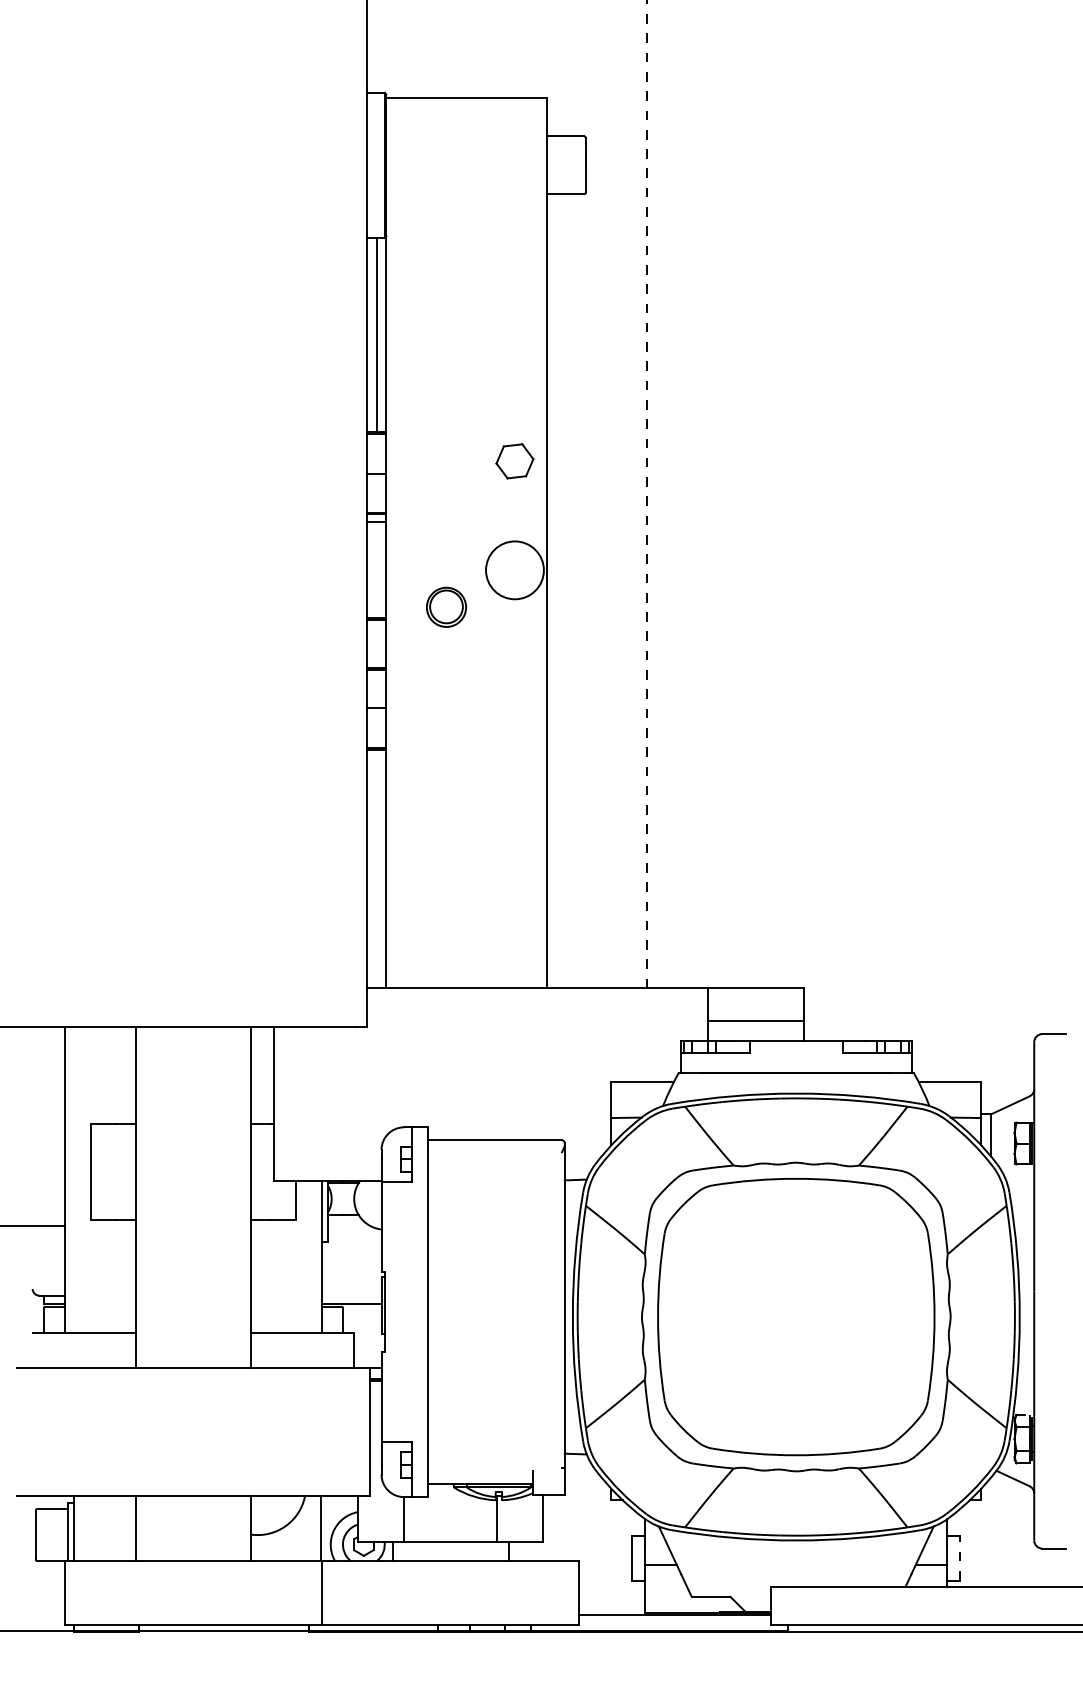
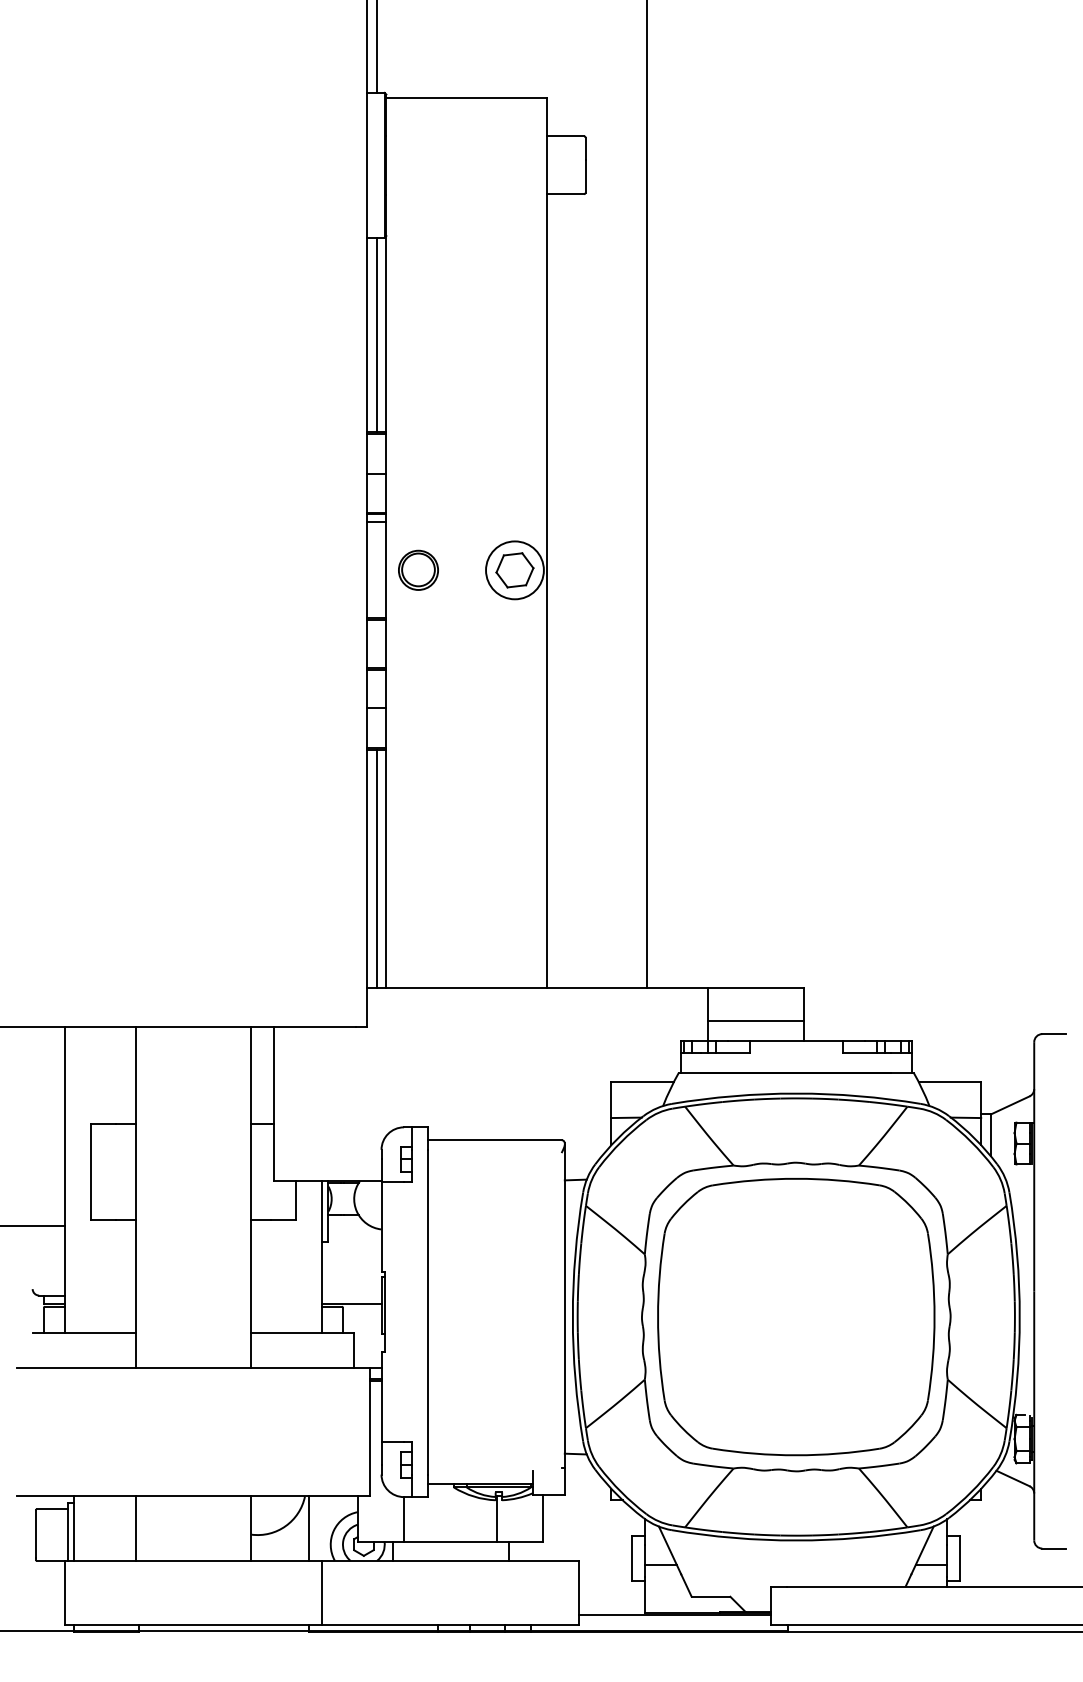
line at (376, 47): none -> present
part at (514, 461) position: (514, 461) -> (514, 570)
line at (646, 494): dashed -> solid
part at (446, 606) position: (446, 606) -> (418, 569)
line at (376, 868): none -> present
line at (321, 1528) position: (321, 1528) -> (309, 1528)
line at (960, 1558): dashed -> solid
